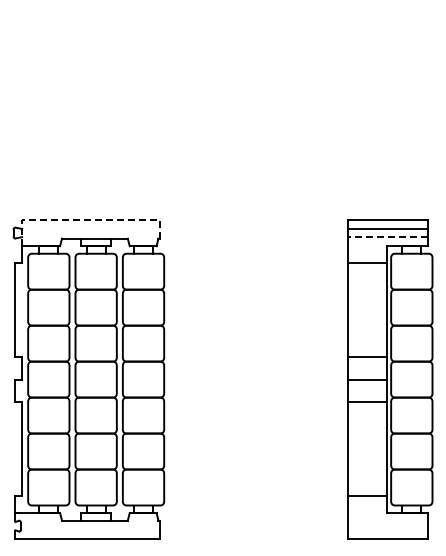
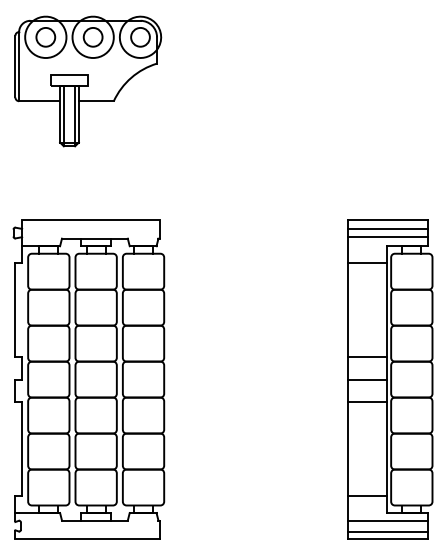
part at (88, 81): none -> present
line at (87, 219): dashed -> solid
line at (387, 237): dashed -> solid
line at (387, 520): none -> present
line at (387, 531): none -> present
